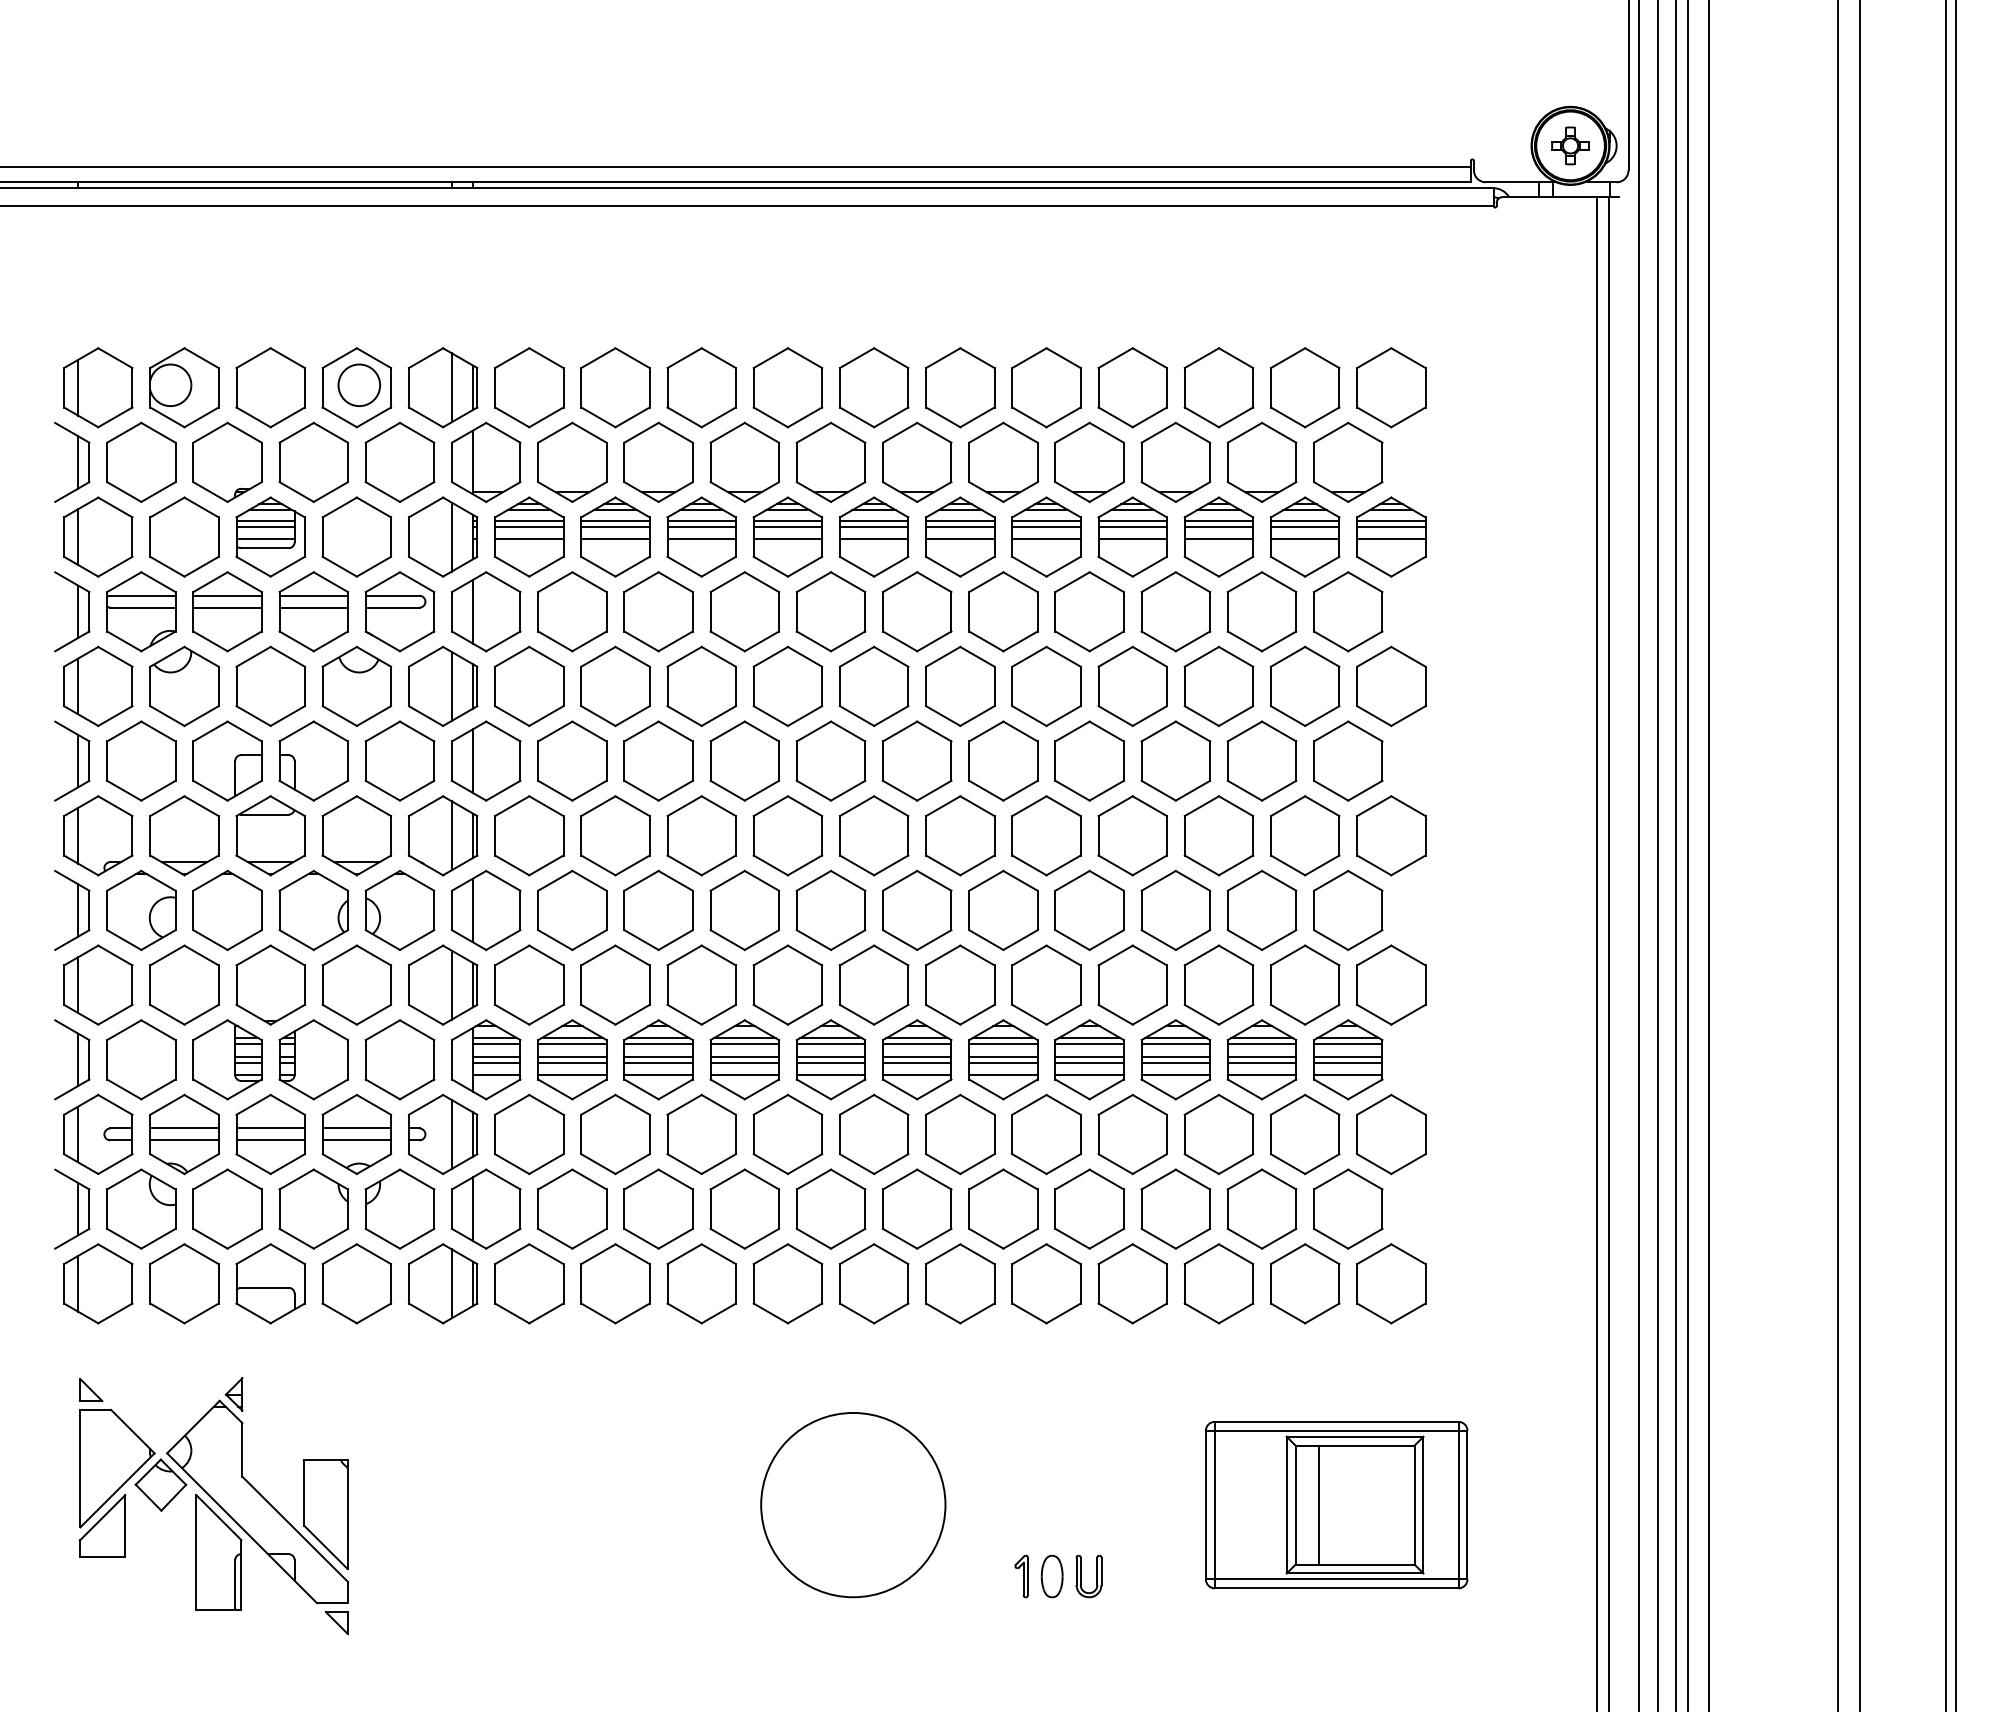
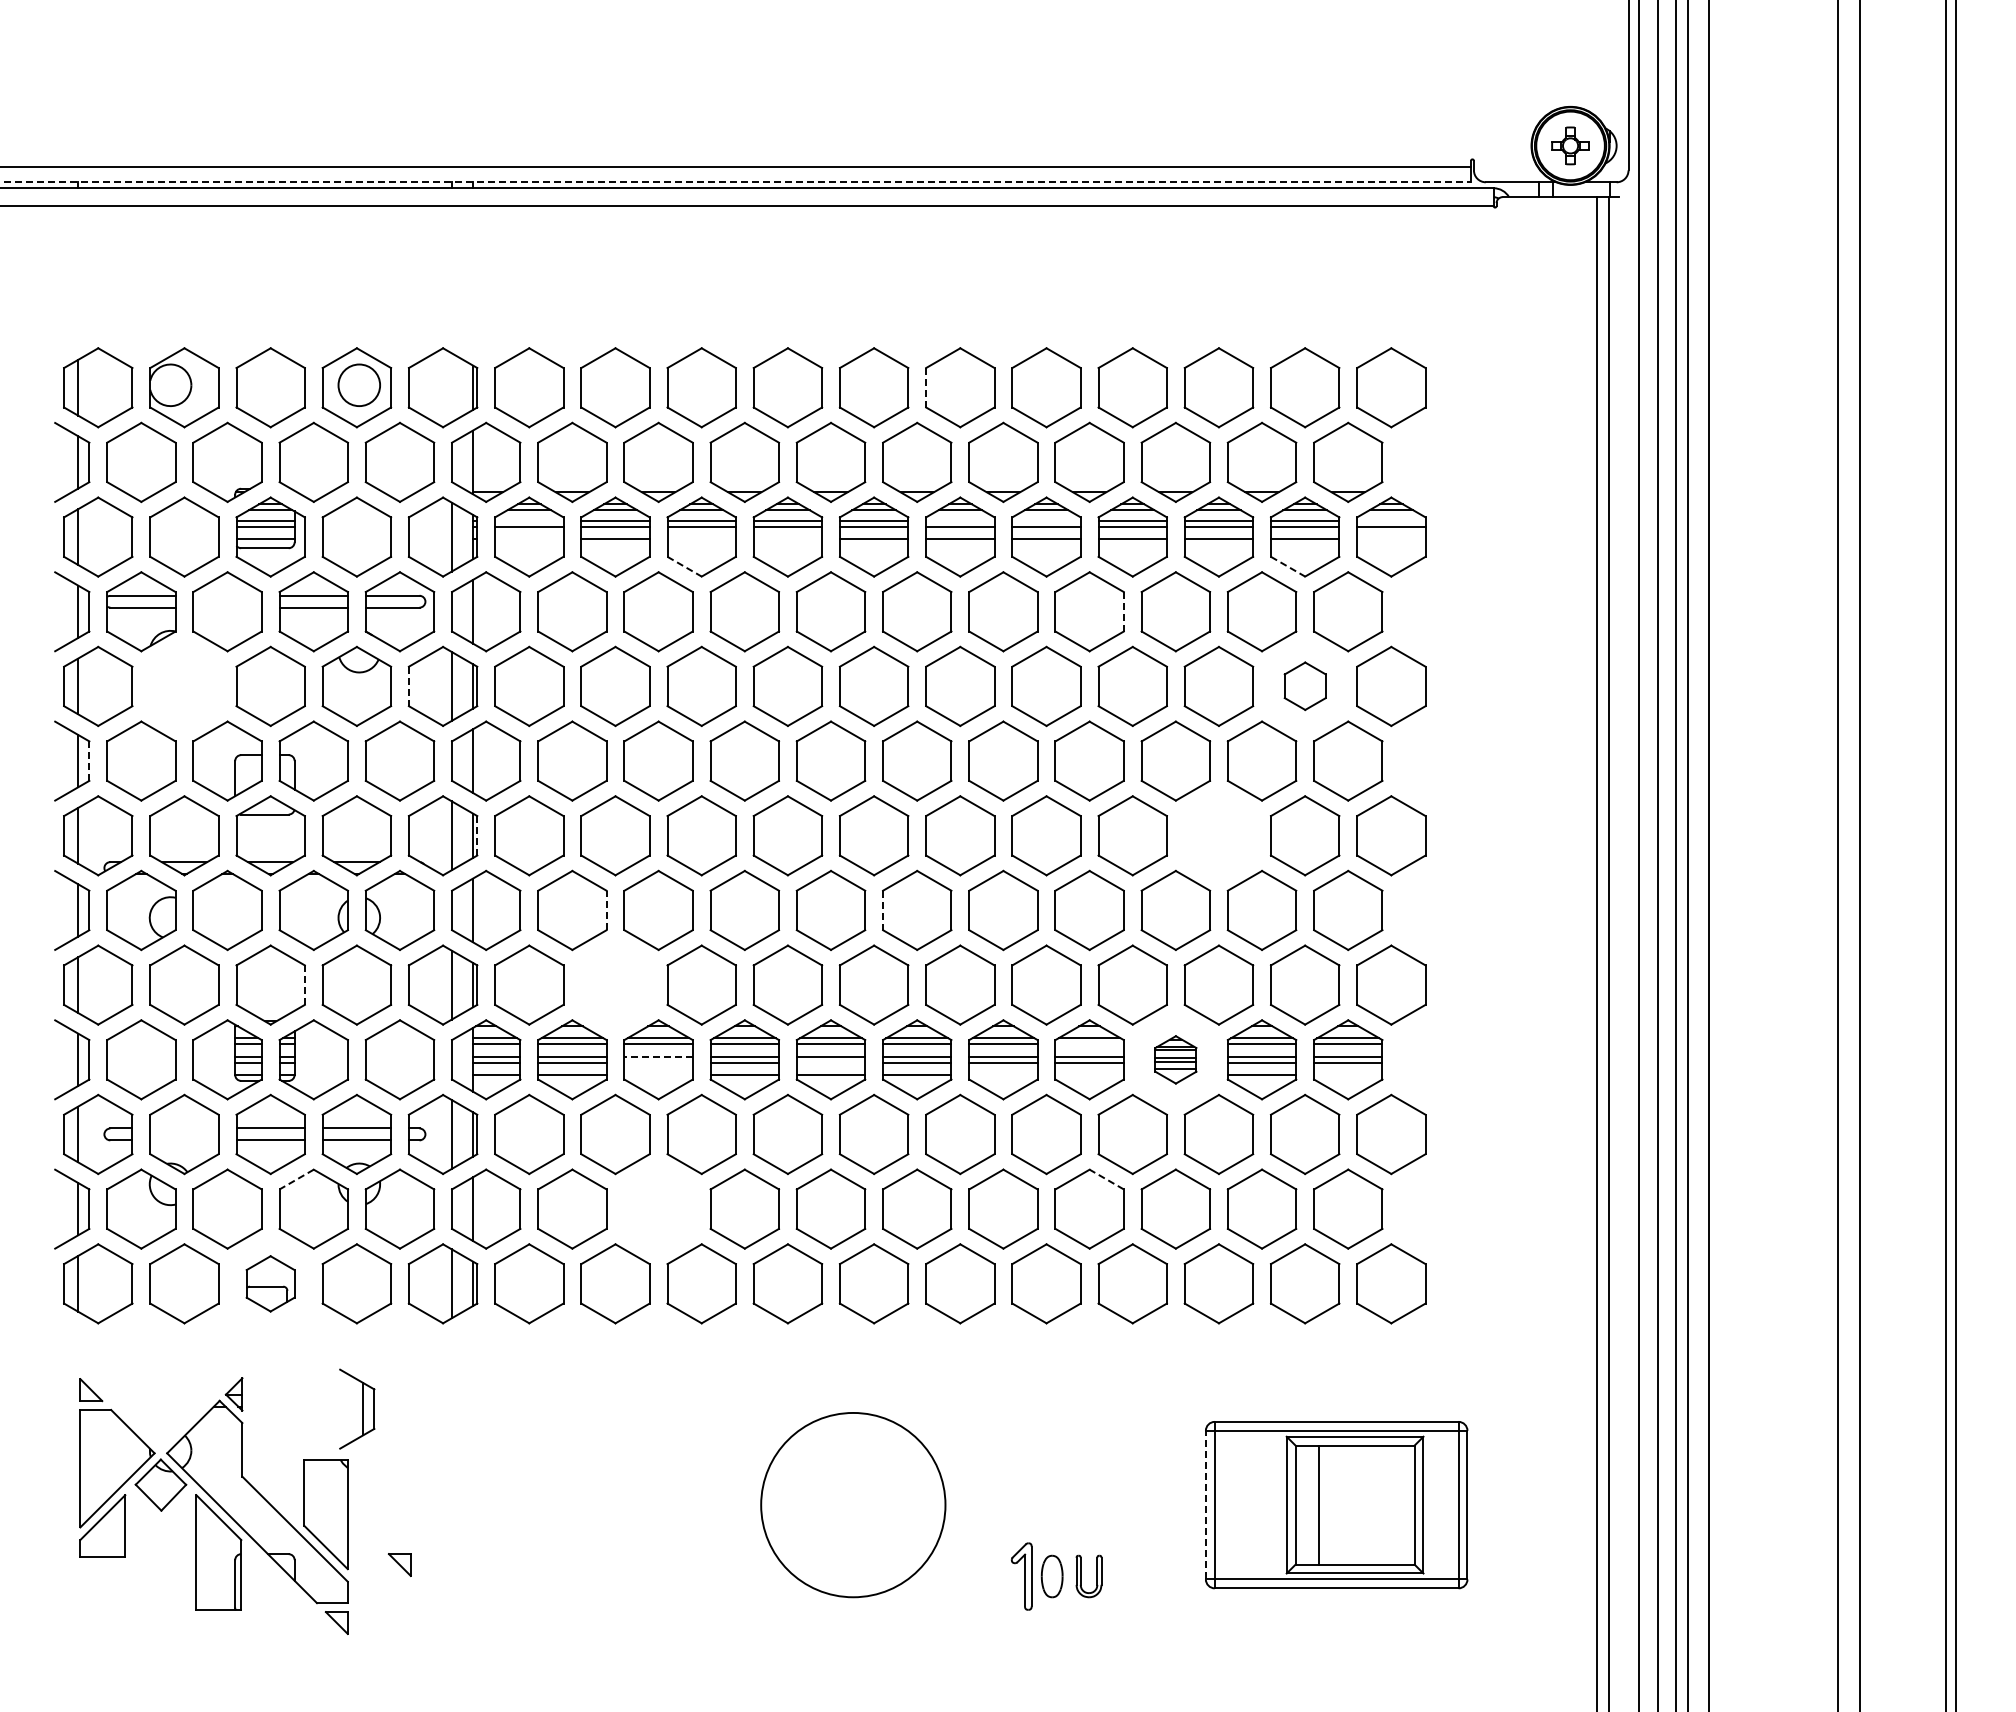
line at (736, 182): solid -> dashed
line at (451, 387): present -> none
line at (926, 387): solid -> dashed
line at (529, 520): present -> none
line at (960, 520): present -> none
line at (1046, 520): present -> none
line at (1391, 520): present -> none
line at (529, 538): present -> none
line at (701, 538): present -> none
line at (787, 538): present -> none
line at (1391, 538): present -> none
line at (684, 566): solid -> dashed
line at (1288, 566): solid -> dashed
line at (227, 595): present -> none
line at (227, 607): present -> none
line at (1123, 611): solid -> dashed
part at (1305, 685) size: 71x82 px -> 44x51 px
part at (184, 686): present -> none
line at (408, 686): solid -> dashed
line at (89, 761): solid -> dashed
line at (477, 835): solid -> dashed
part at (1218, 835): present -> none
line at (606, 910): solid -> dashed
line at (883, 910): solid -> dashed
part at (615, 984): present -> none
line at (304, 985): solid -> dashed
line at (1089, 1044): present -> none
line at (658, 1056): solid -> dashed
part at (1175, 1059) size: 72x82 px -> 44x50 px
line at (658, 1062): present -> none
line at (830, 1062): present -> none
line at (658, 1074): present -> none
line at (1003, 1074): present -> none
line at (1089, 1074): present -> none
line at (1348, 1074): present -> none
line at (184, 1128): present -> none
line at (184, 1140): present -> none
line at (296, 1179): solid -> dashed
line at (1106, 1179): solid -> dashed
part at (658, 1208): present -> none
part at (270, 1283) size: 71x82 px -> 51x58 px
part at (357, 1408): none -> present
line at (1205, 1504): solid -> dashed
part at (399, 1564): none -> present
part at (1021, 1576) size: 15x45 px -> 23x69 px
